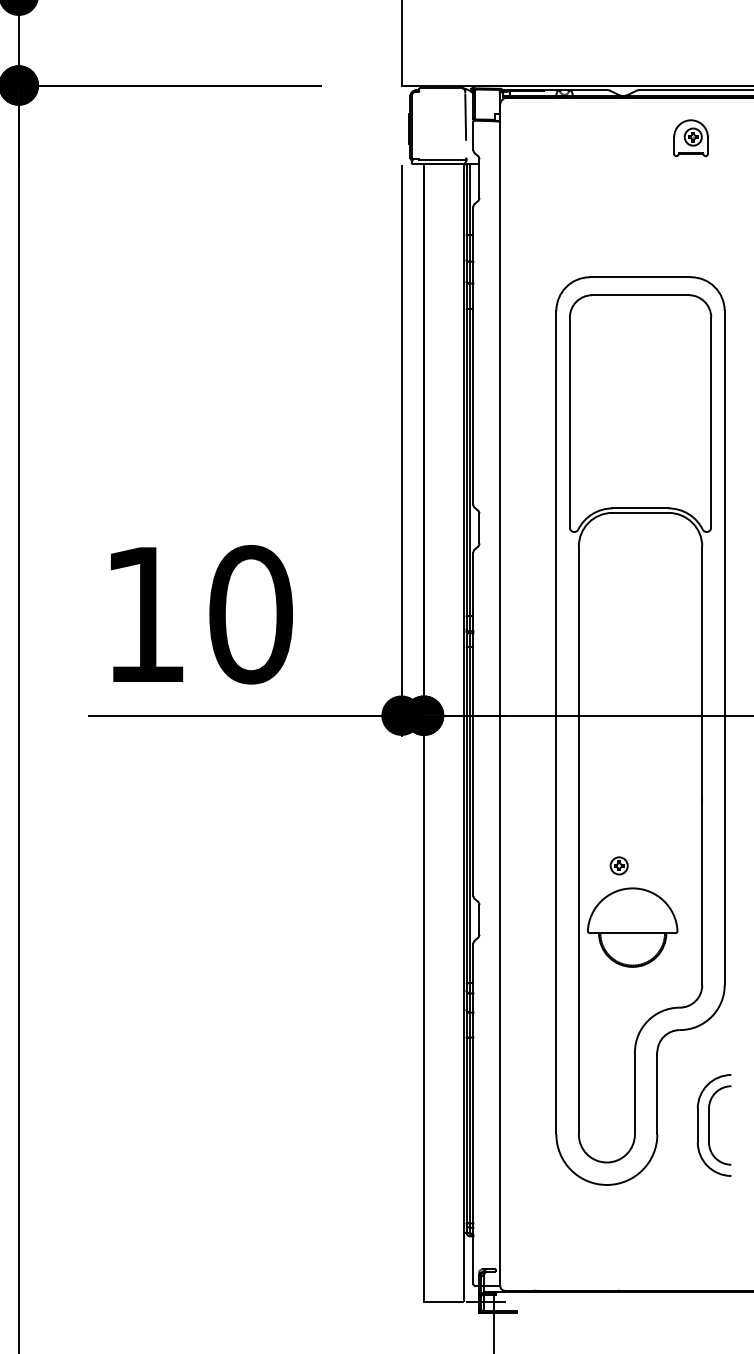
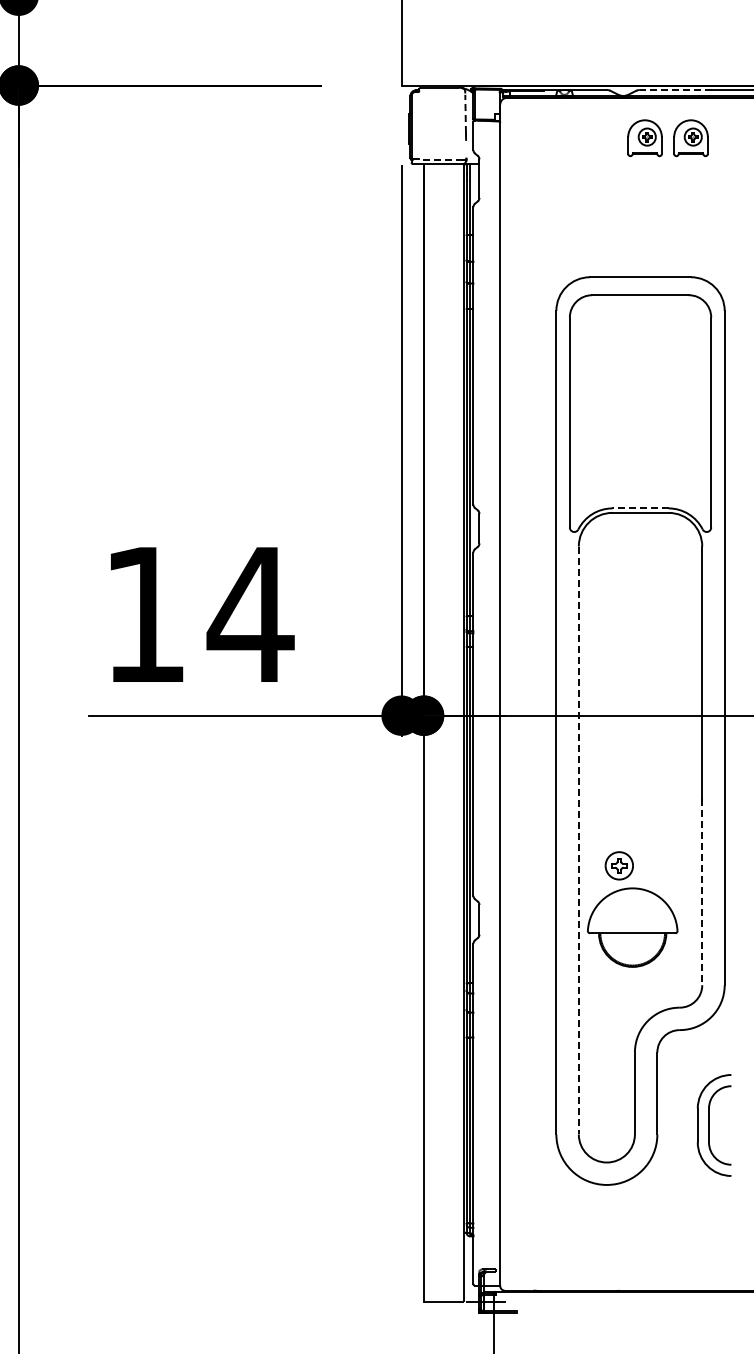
line at (675, 90): solid -> dashed
line at (465, 113): solid -> dashed
part at (644, 138): none -> present
line at (441, 159): solid -> dashed
line at (640, 508): solid -> dashed
text at (250, 614): 10 -> 14
line at (578, 840): solid -> dashed
part at (618, 865) size: 20x20 px -> 30x30 px
line at (702, 892): solid -> dashed
